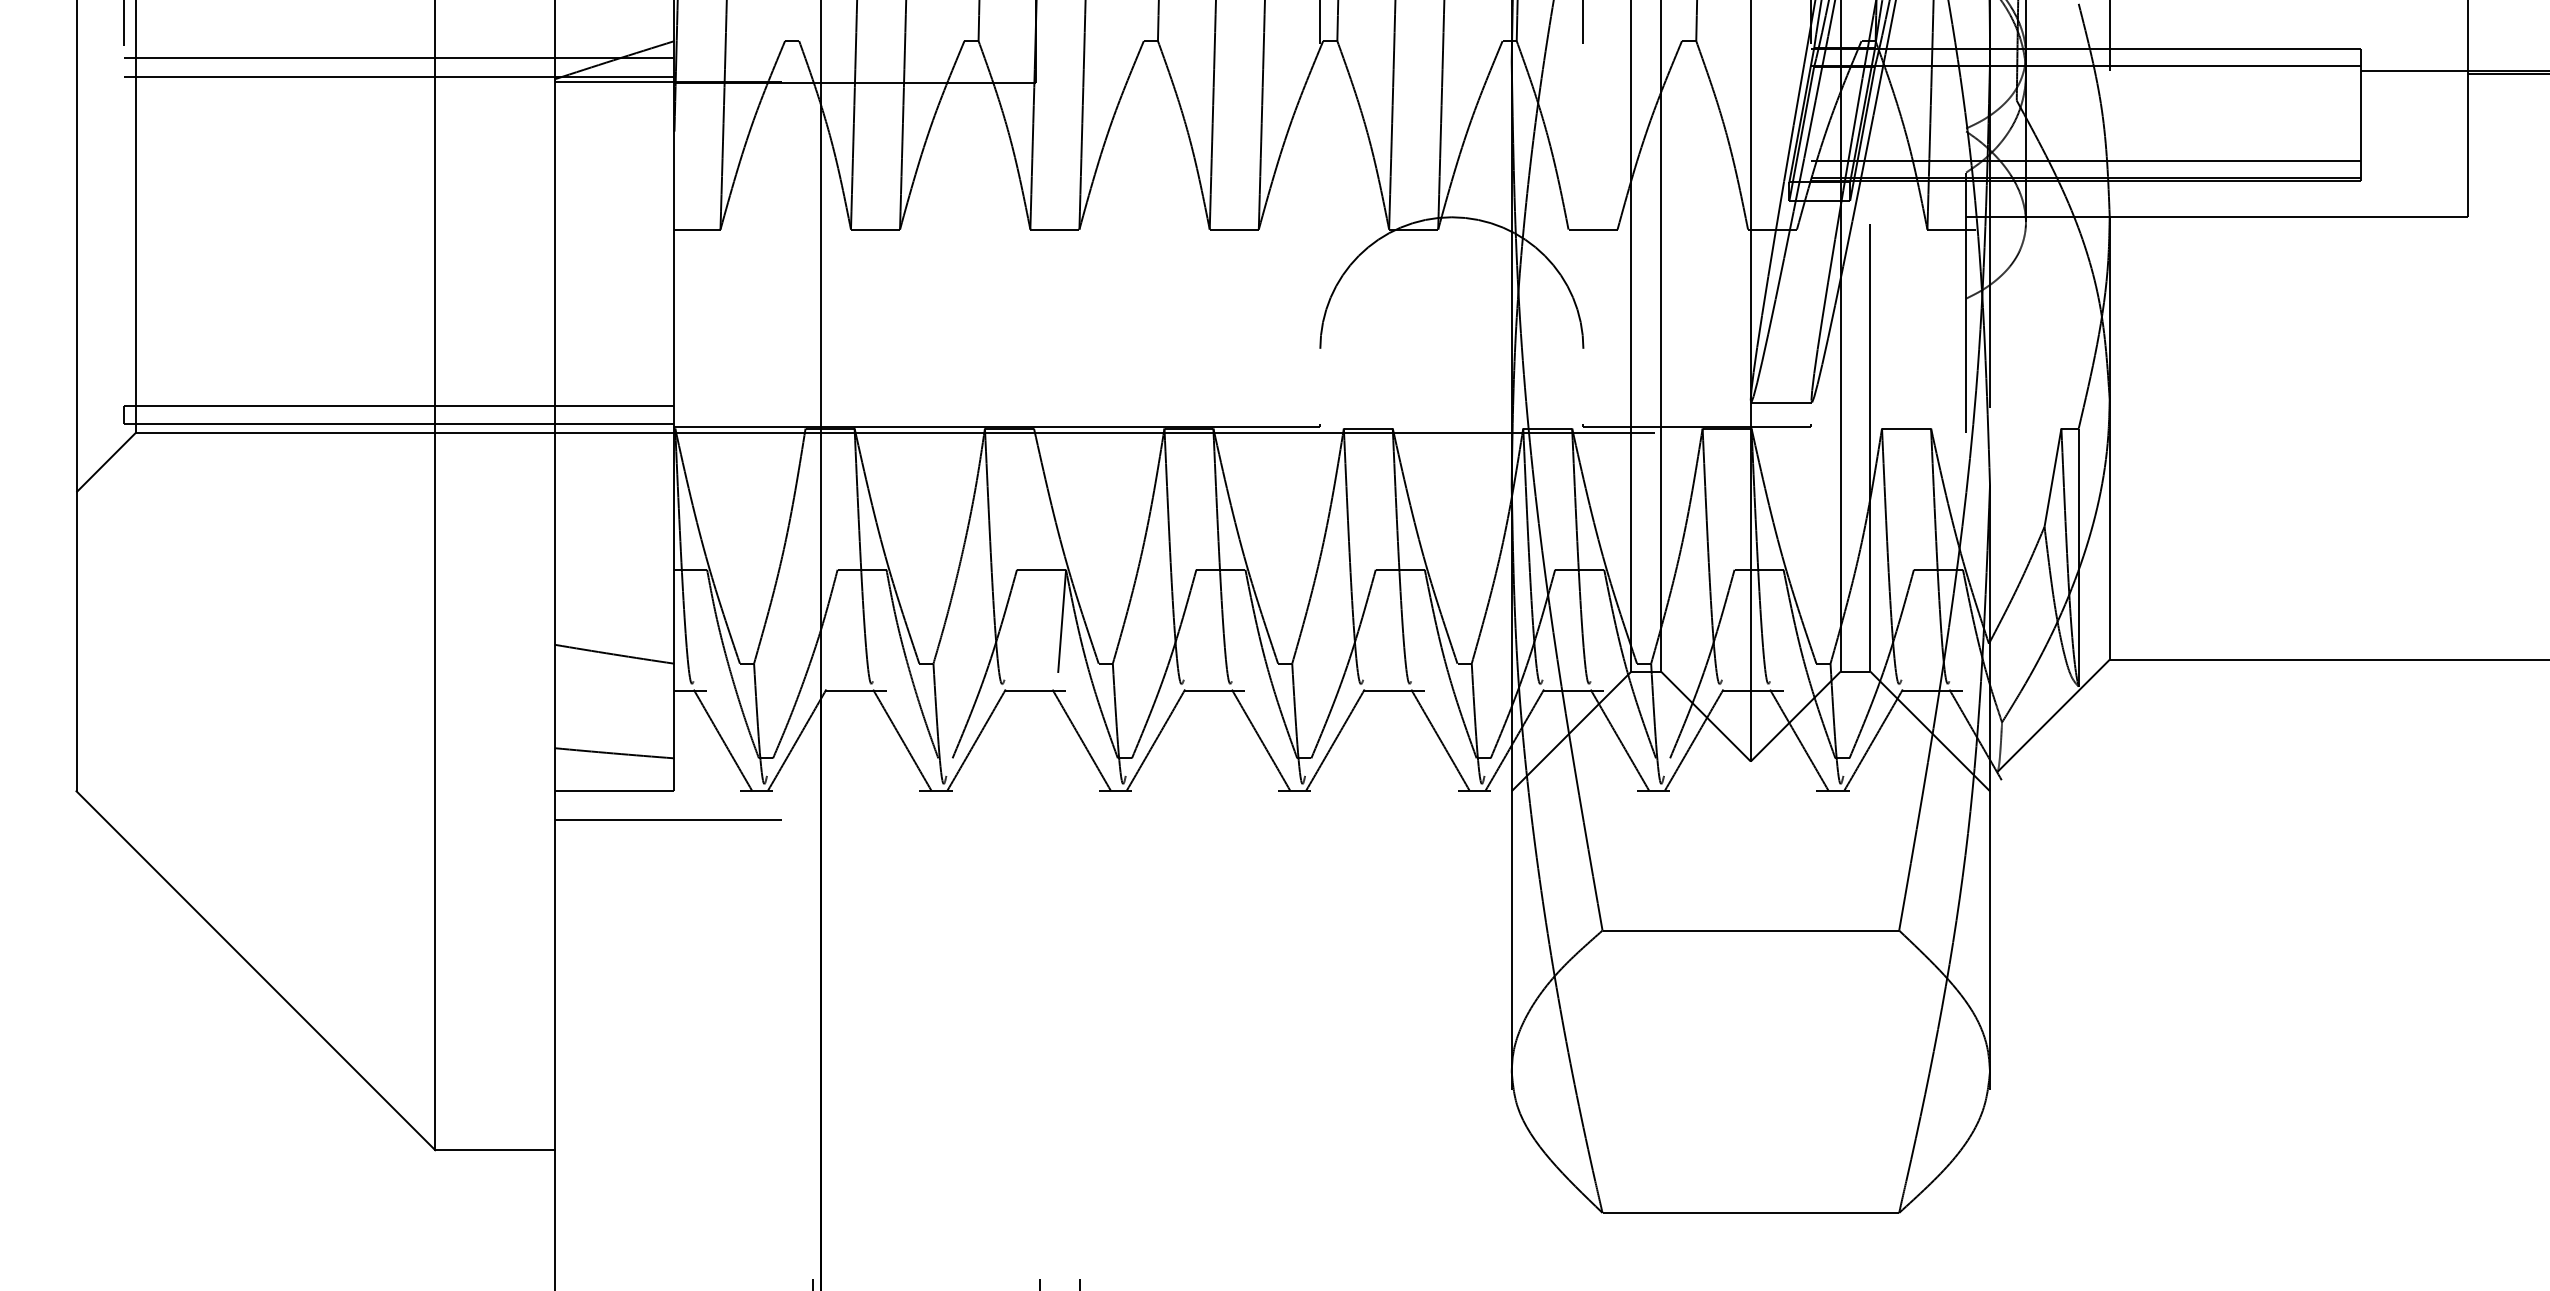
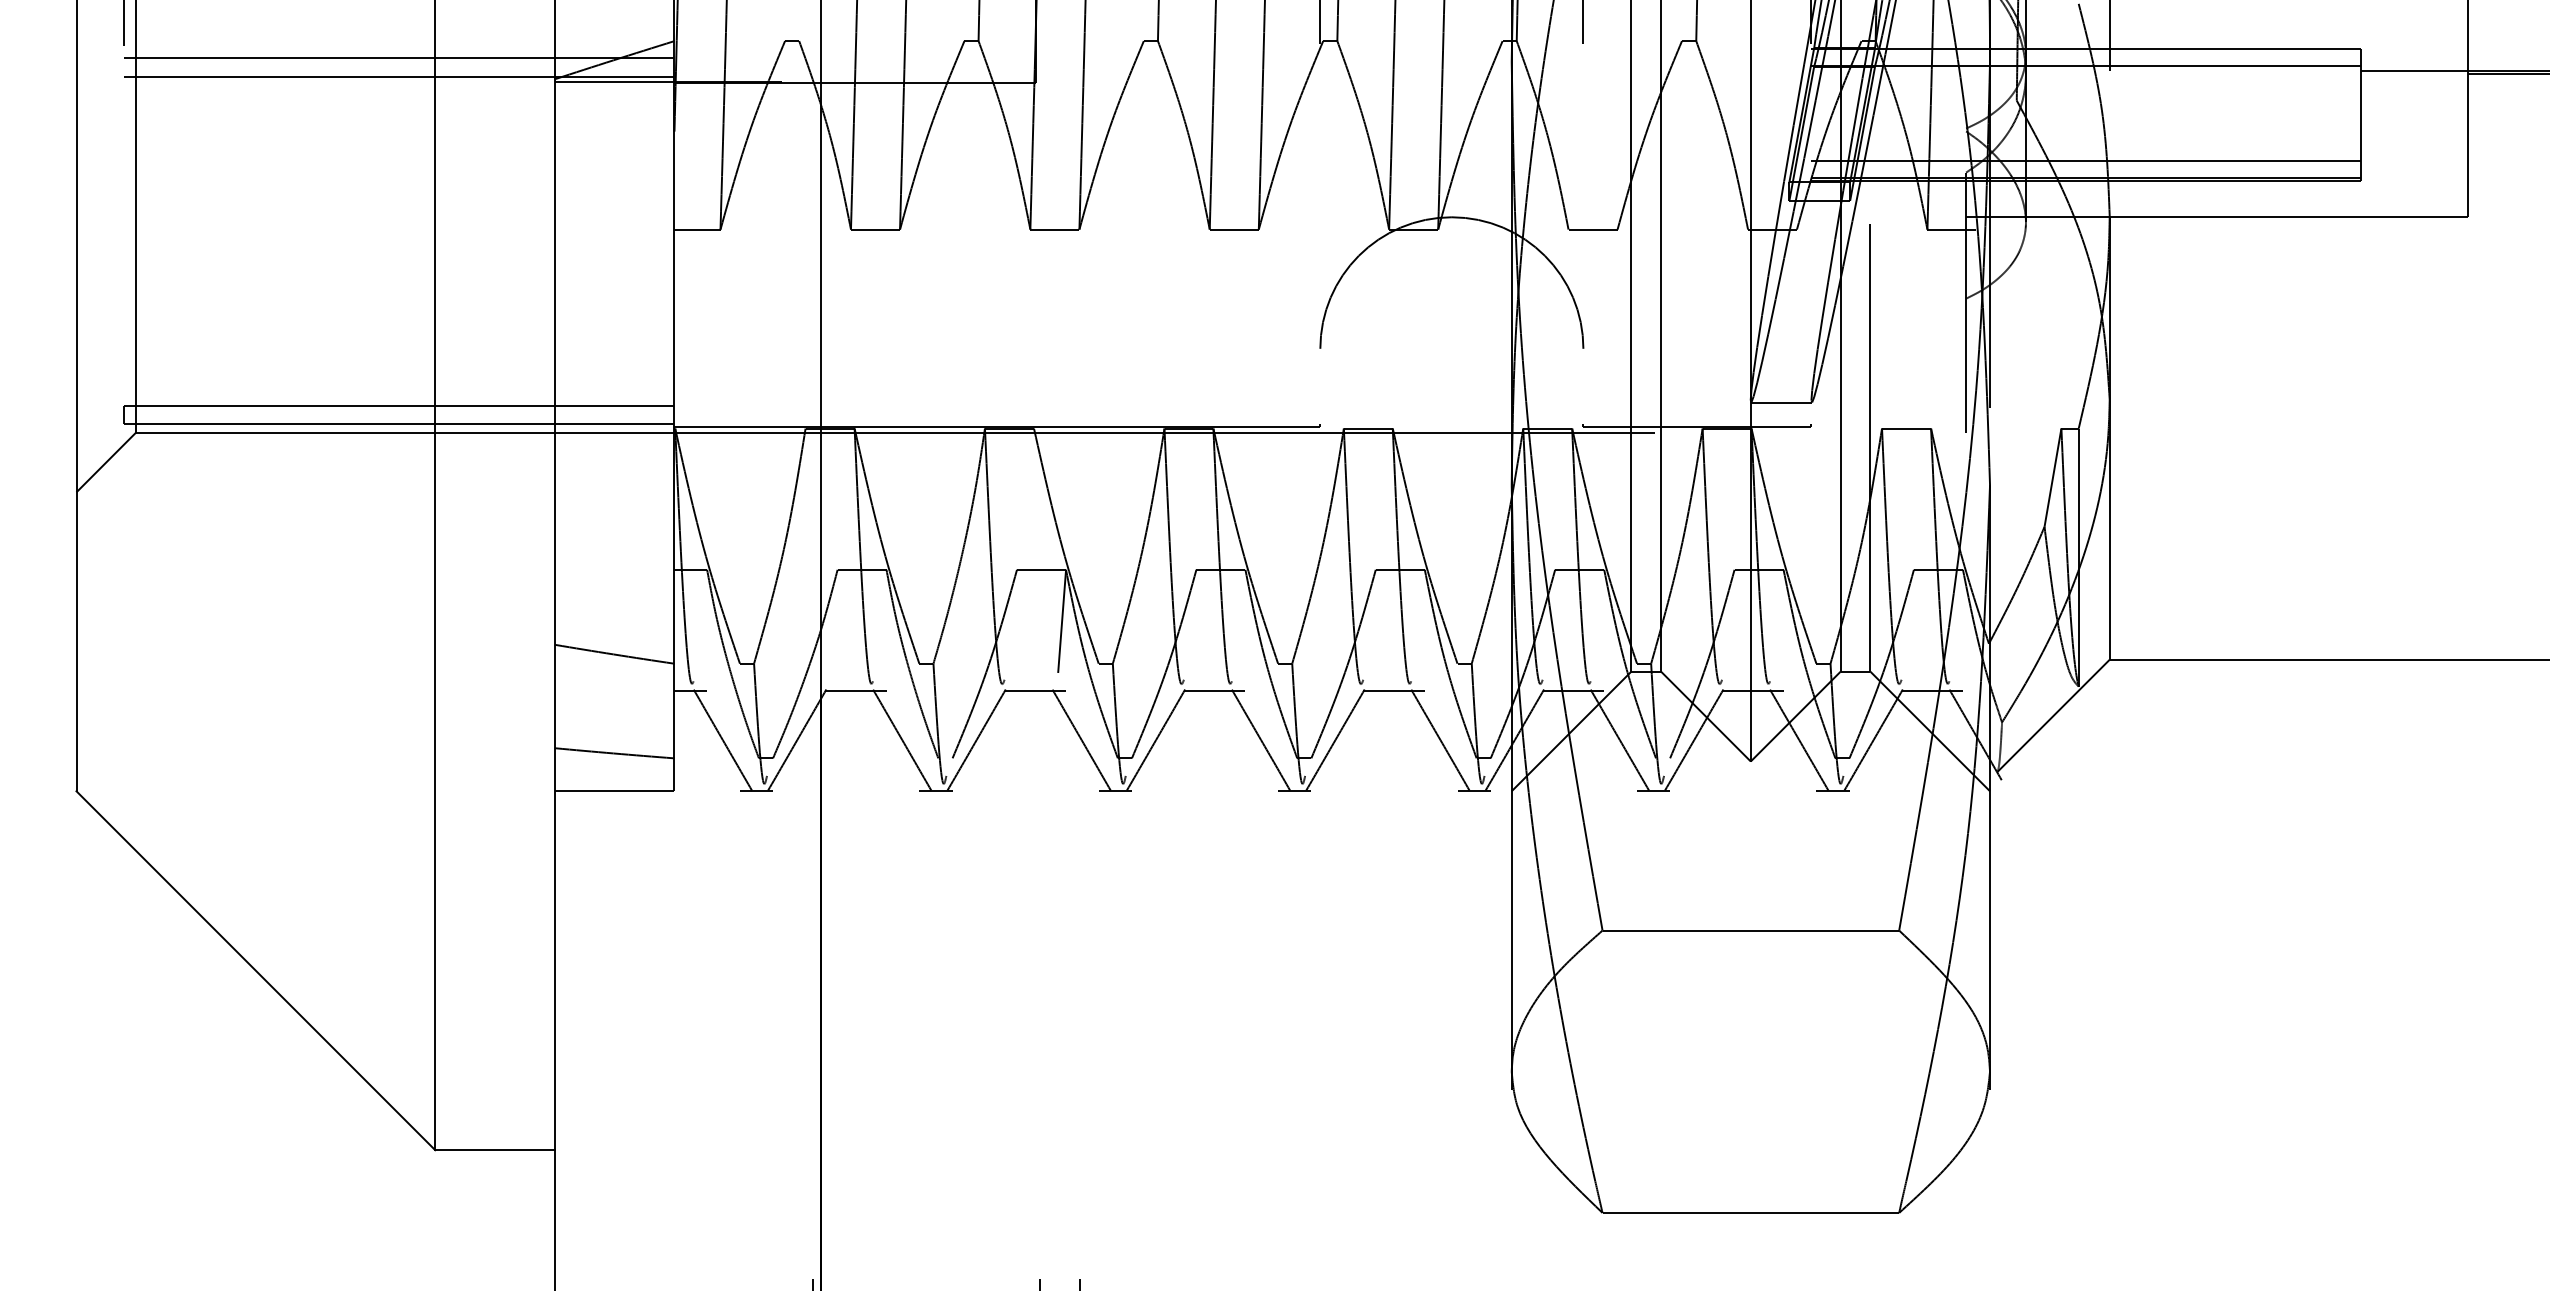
line at (667, 819): present -> none
